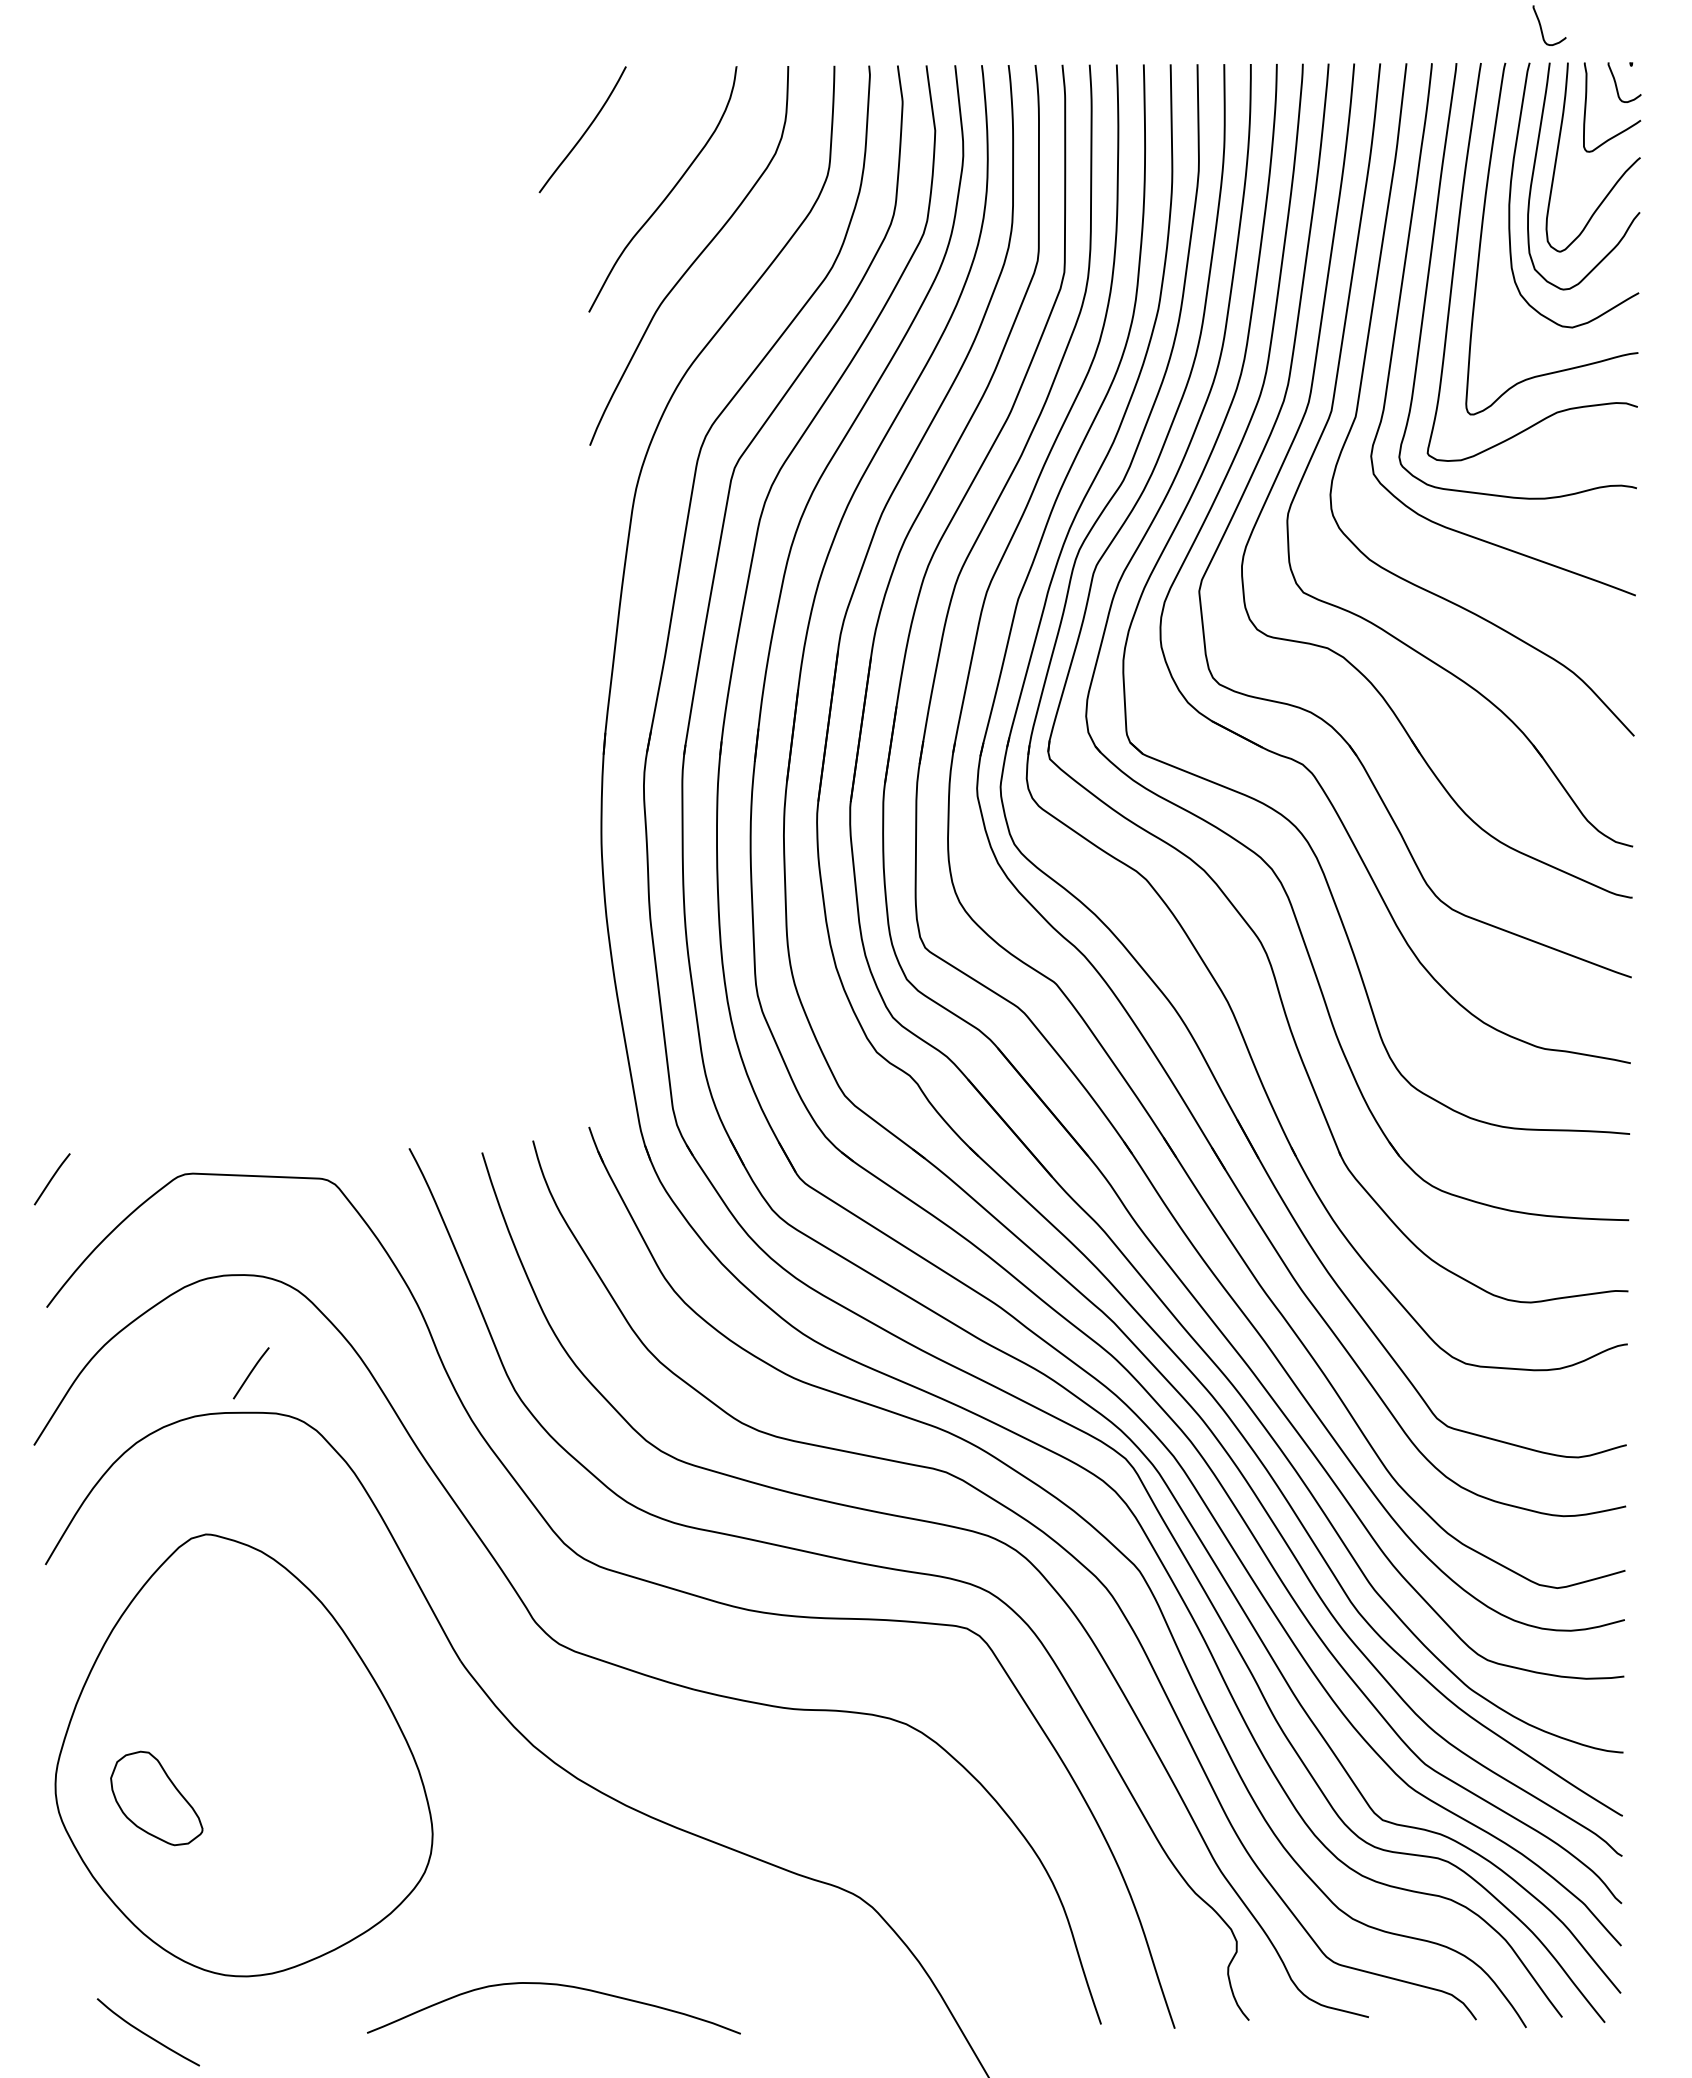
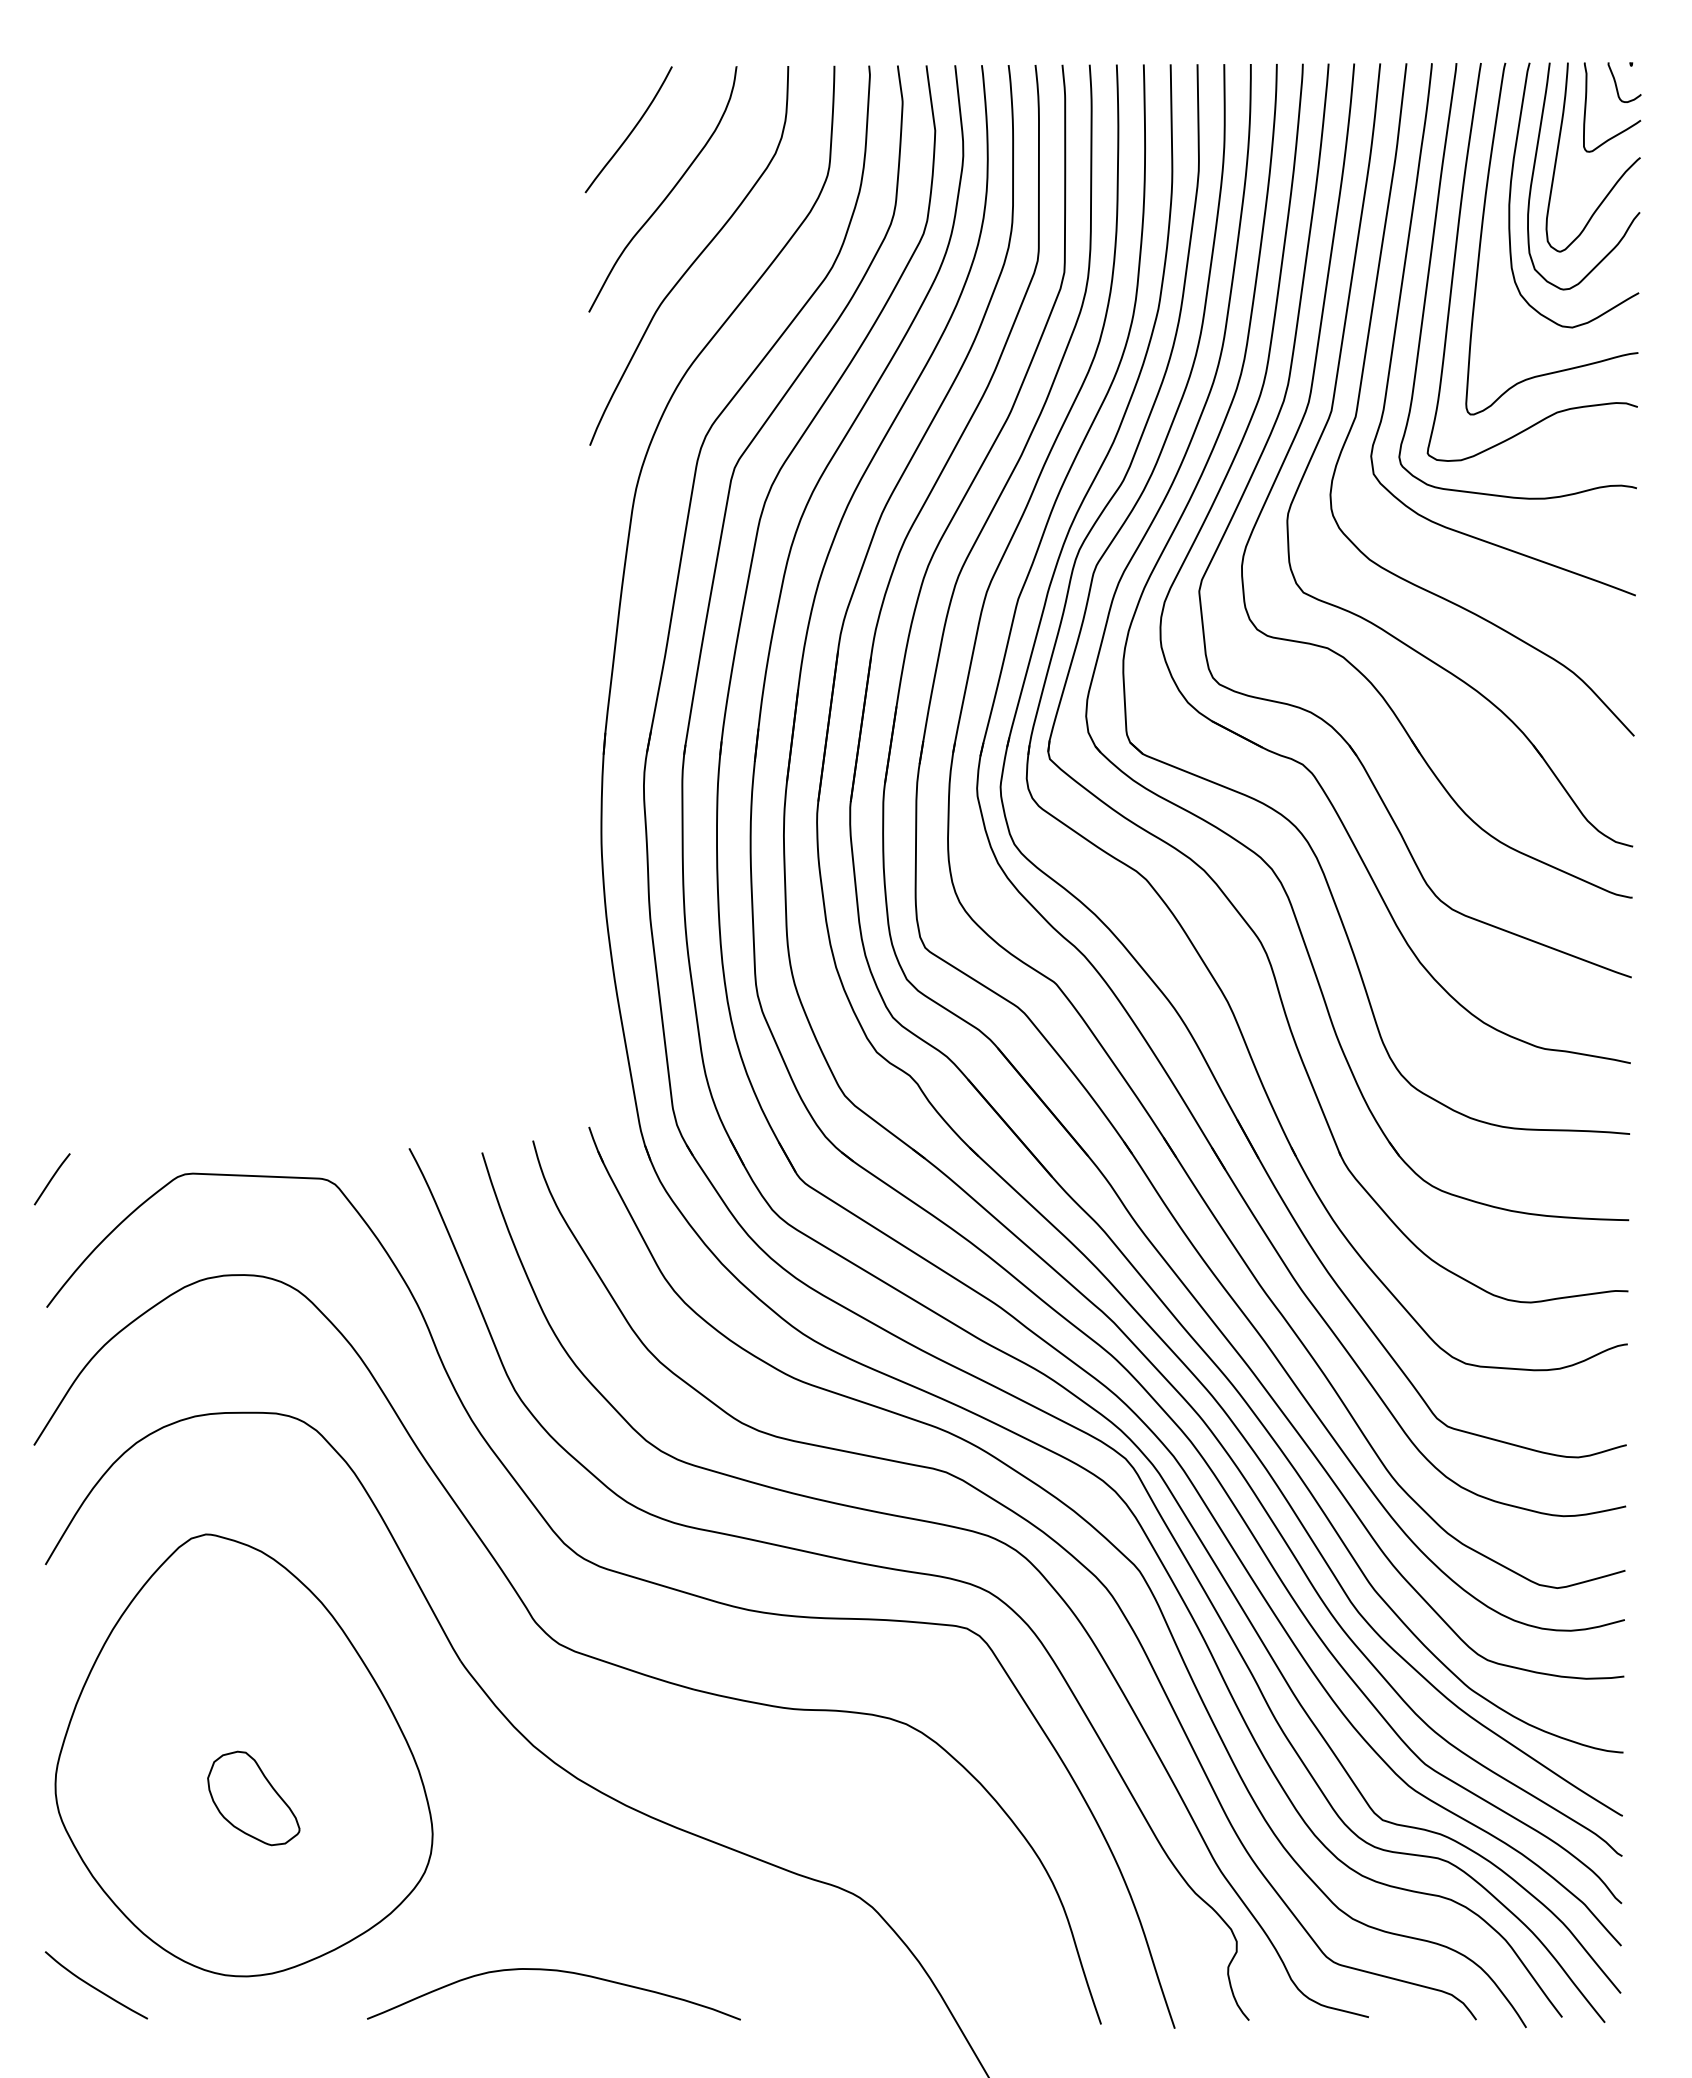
curve at (1541, 25): present -> none
curve at (584, 131) position: (584, 131) -> (630, 131)
line at (250, 1373): present -> none
part at (156, 1798) position: (156, 1798) -> (253, 1798)
curve at (553, 1985) position: (553, 1985) -> (553, 1971)
curve at (146, 2033) position: (146, 2033) -> (94, 1986)
